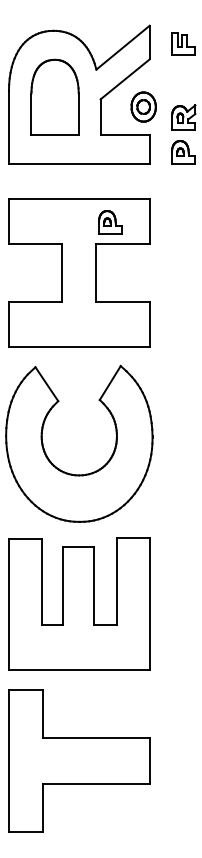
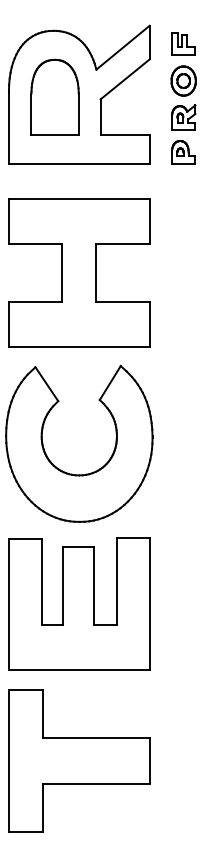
part at (143, 106) position: (143, 106) -> (183, 80)
part at (110, 222): present -> none
